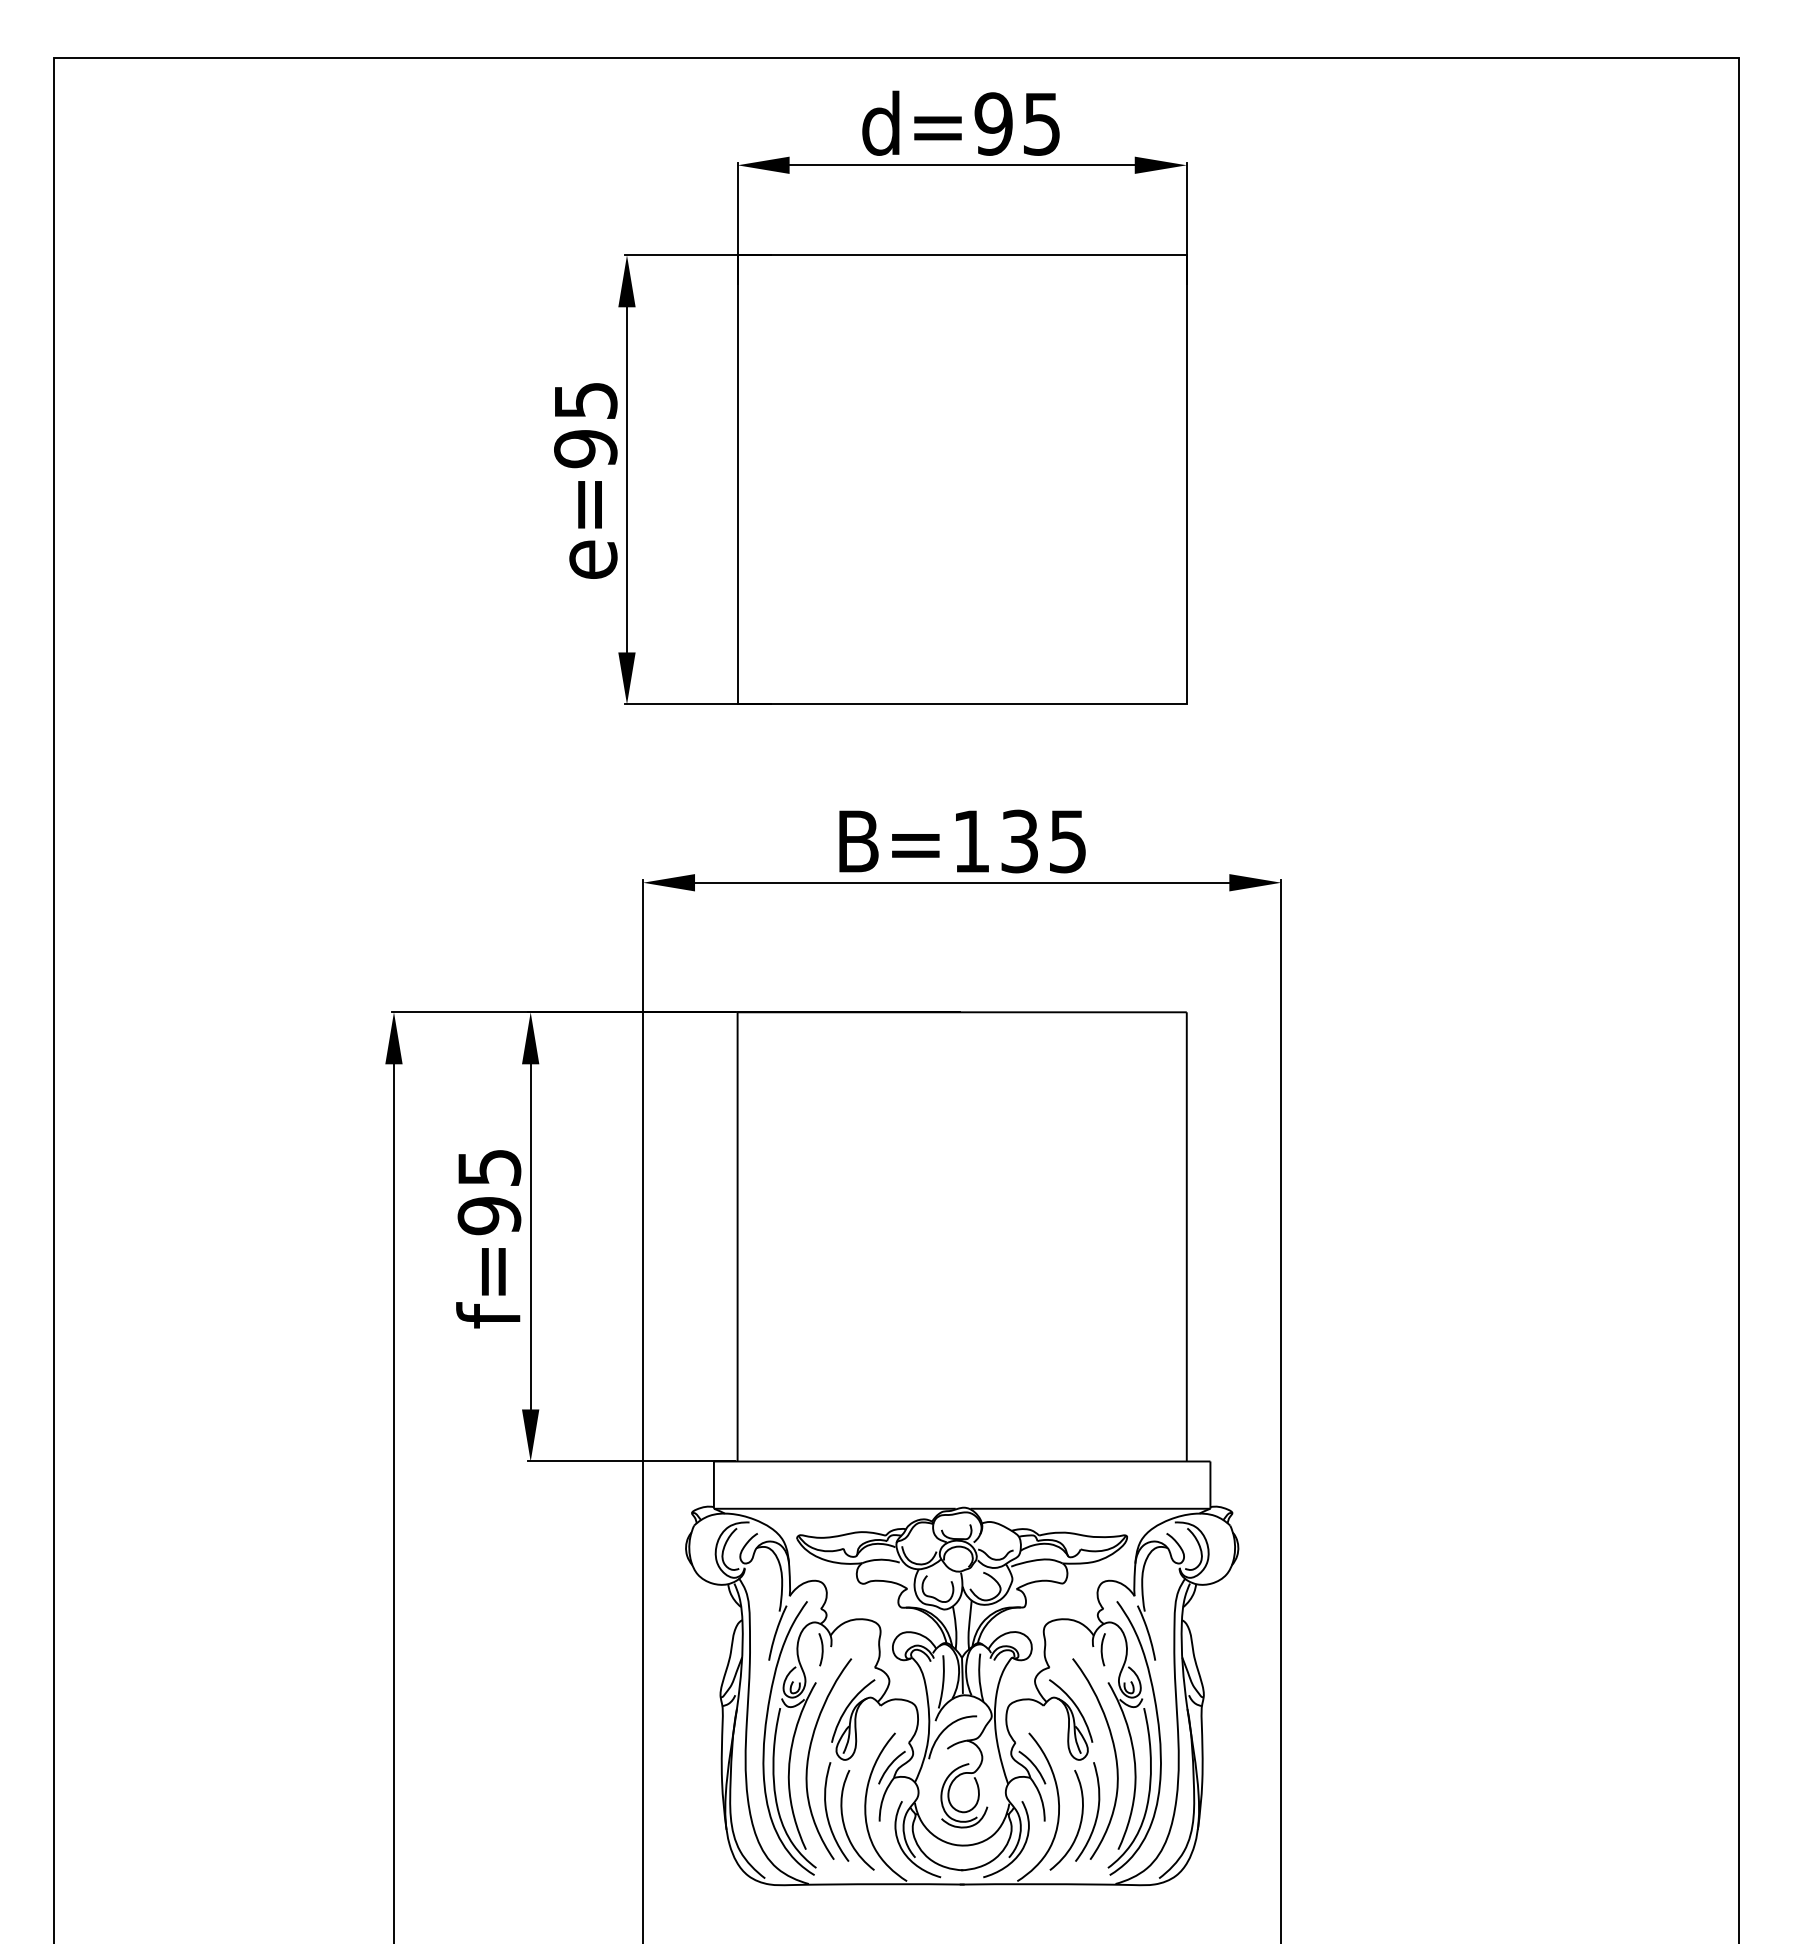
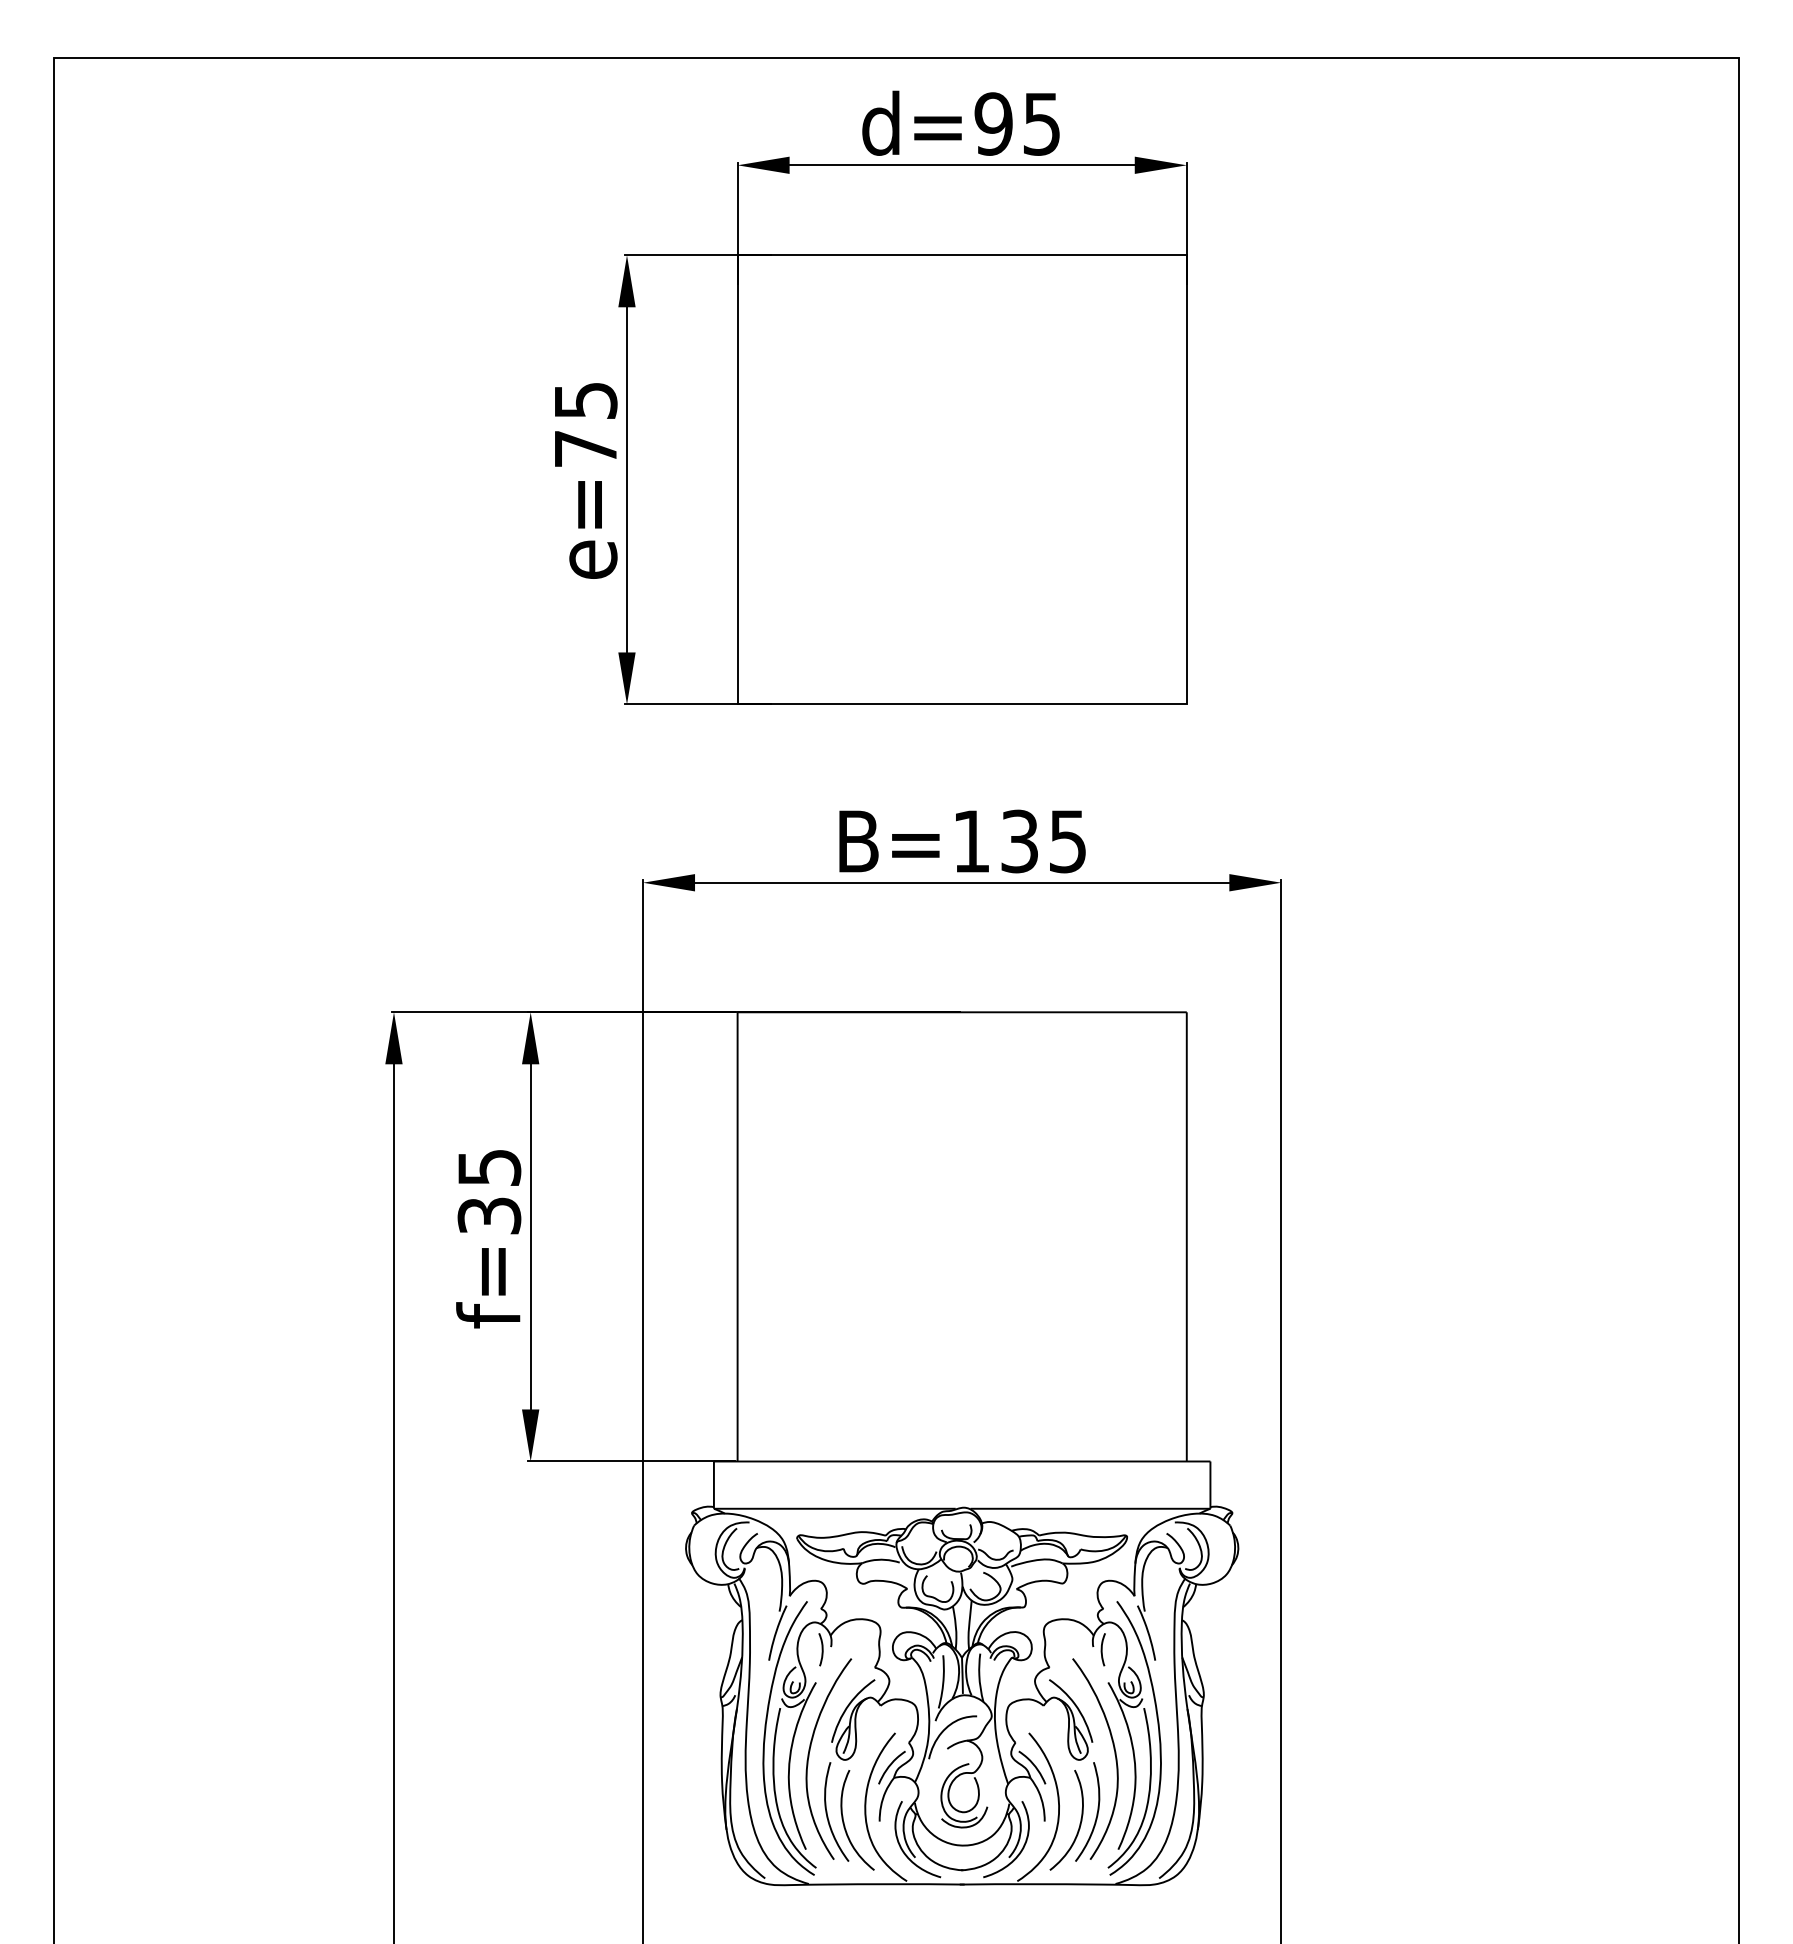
text at (585, 449): e=95 -> e=75
text at (489, 1216): f=95 -> f=35
